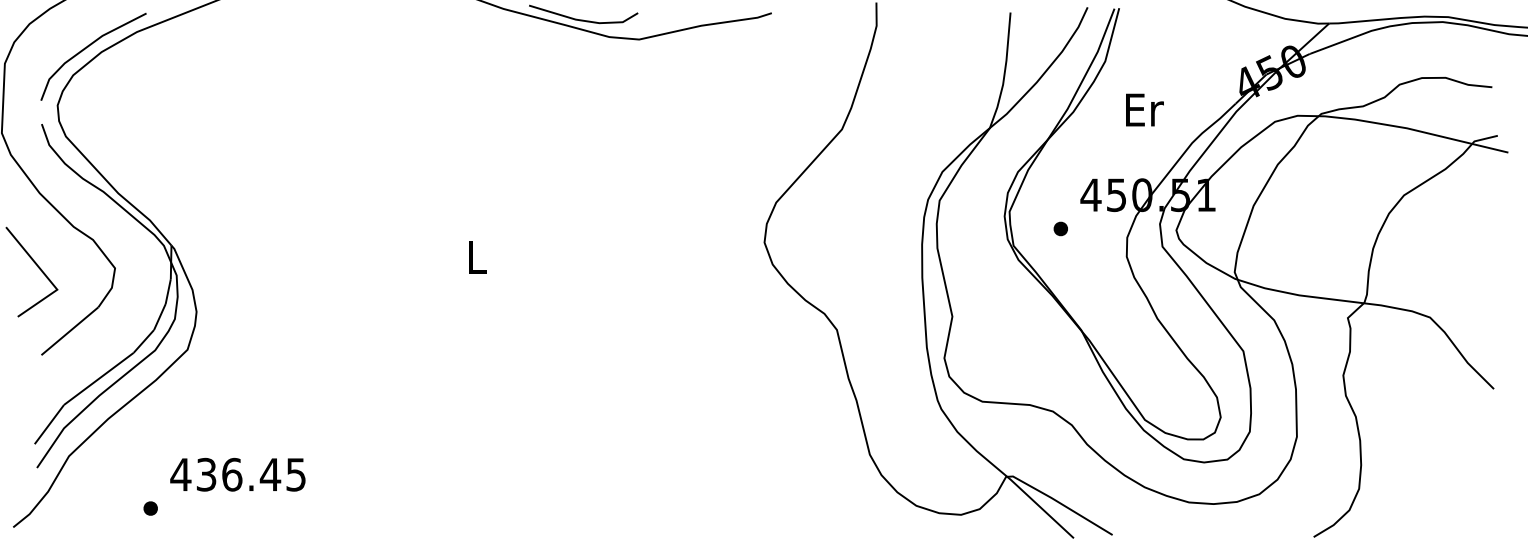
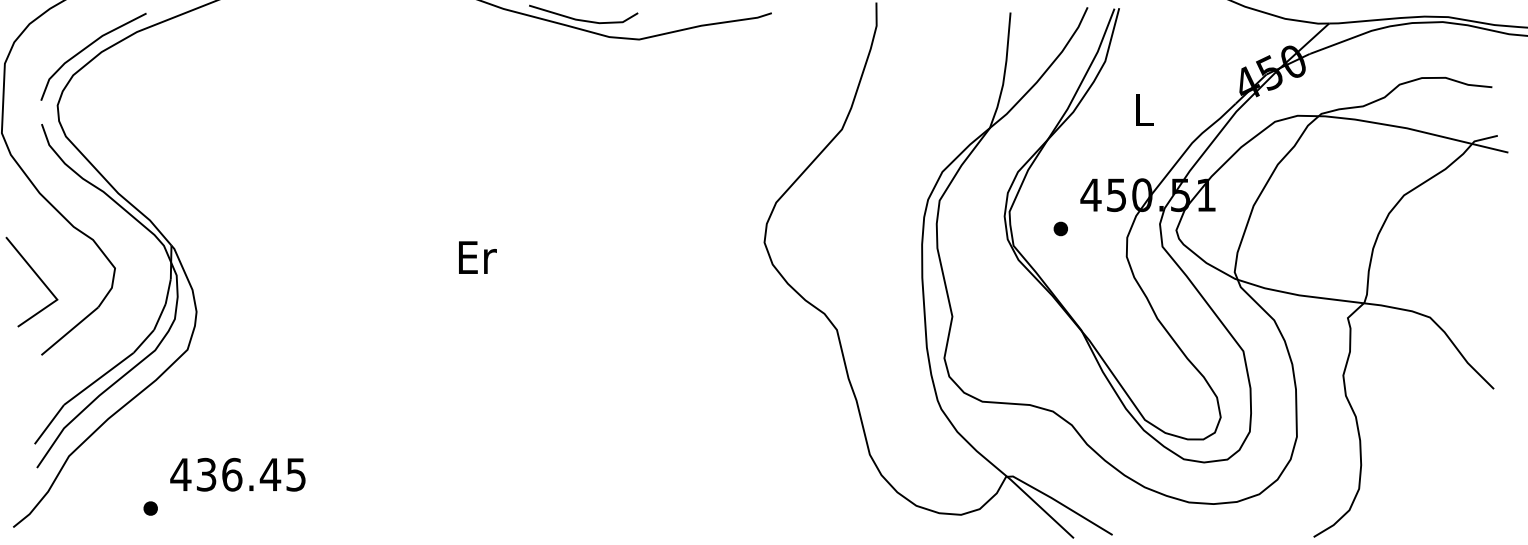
text at (1144, 109): Er -> L
text at (477, 257): L -> Er
line at (37, 267) position: (37, 267) -> (37, 277)
